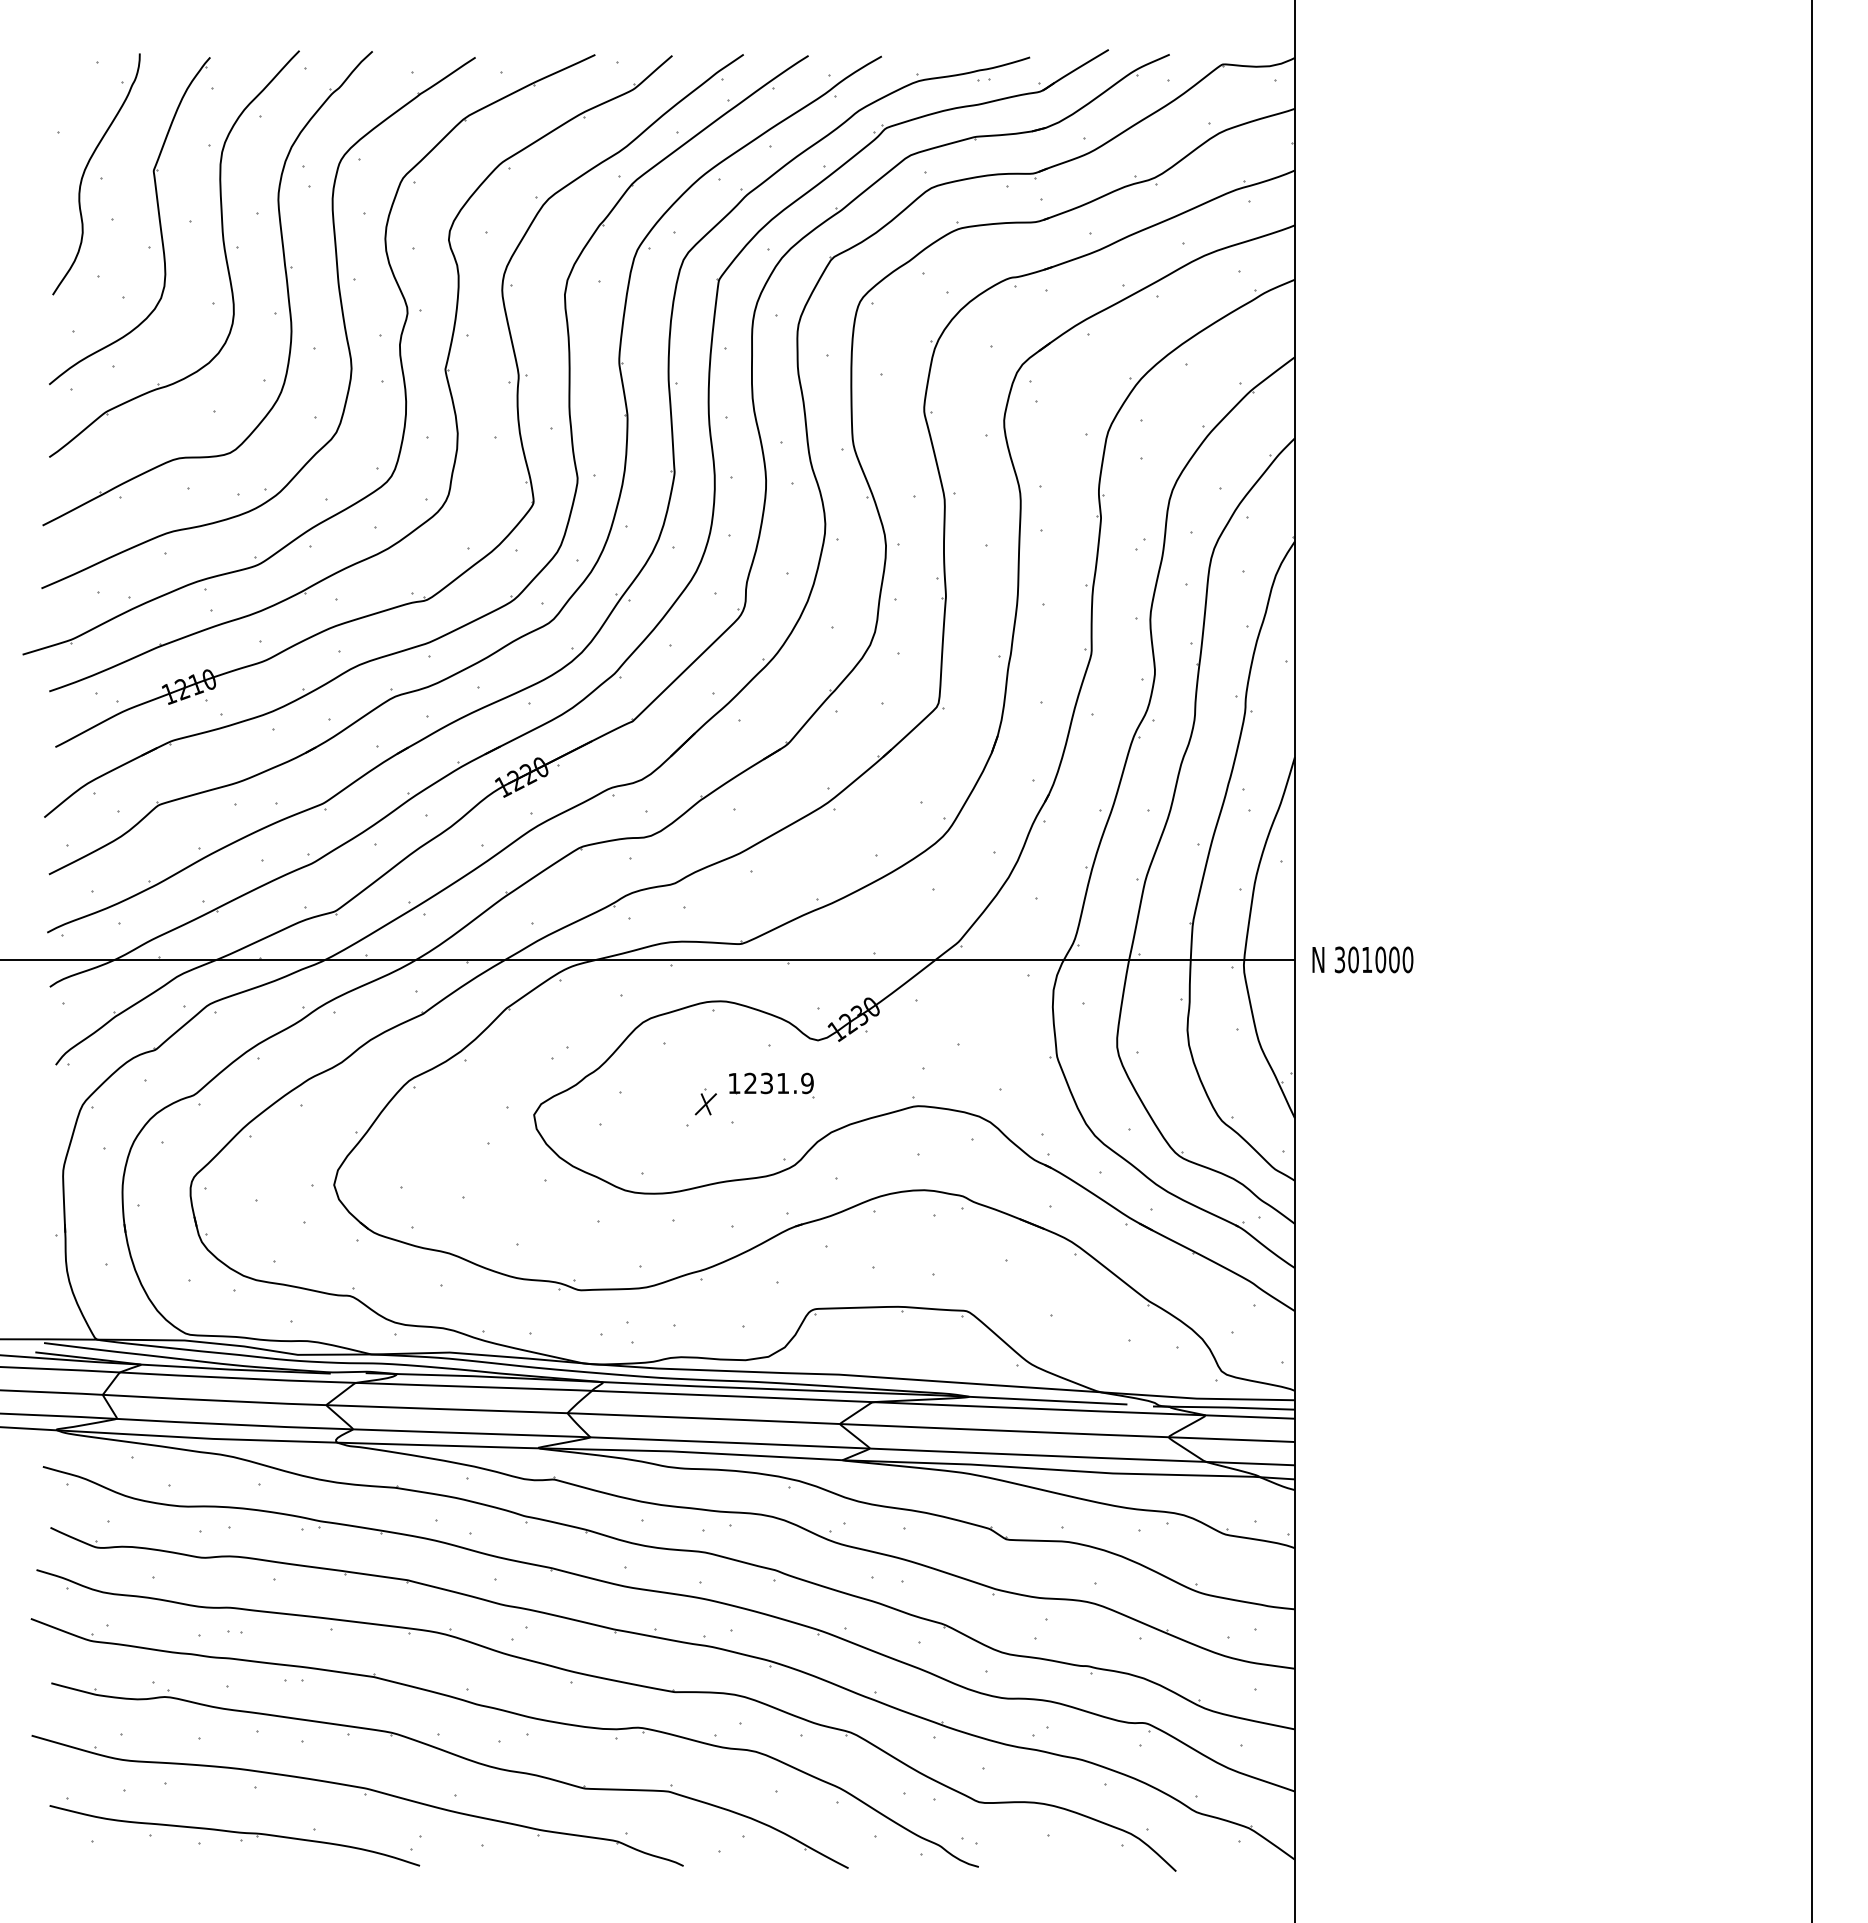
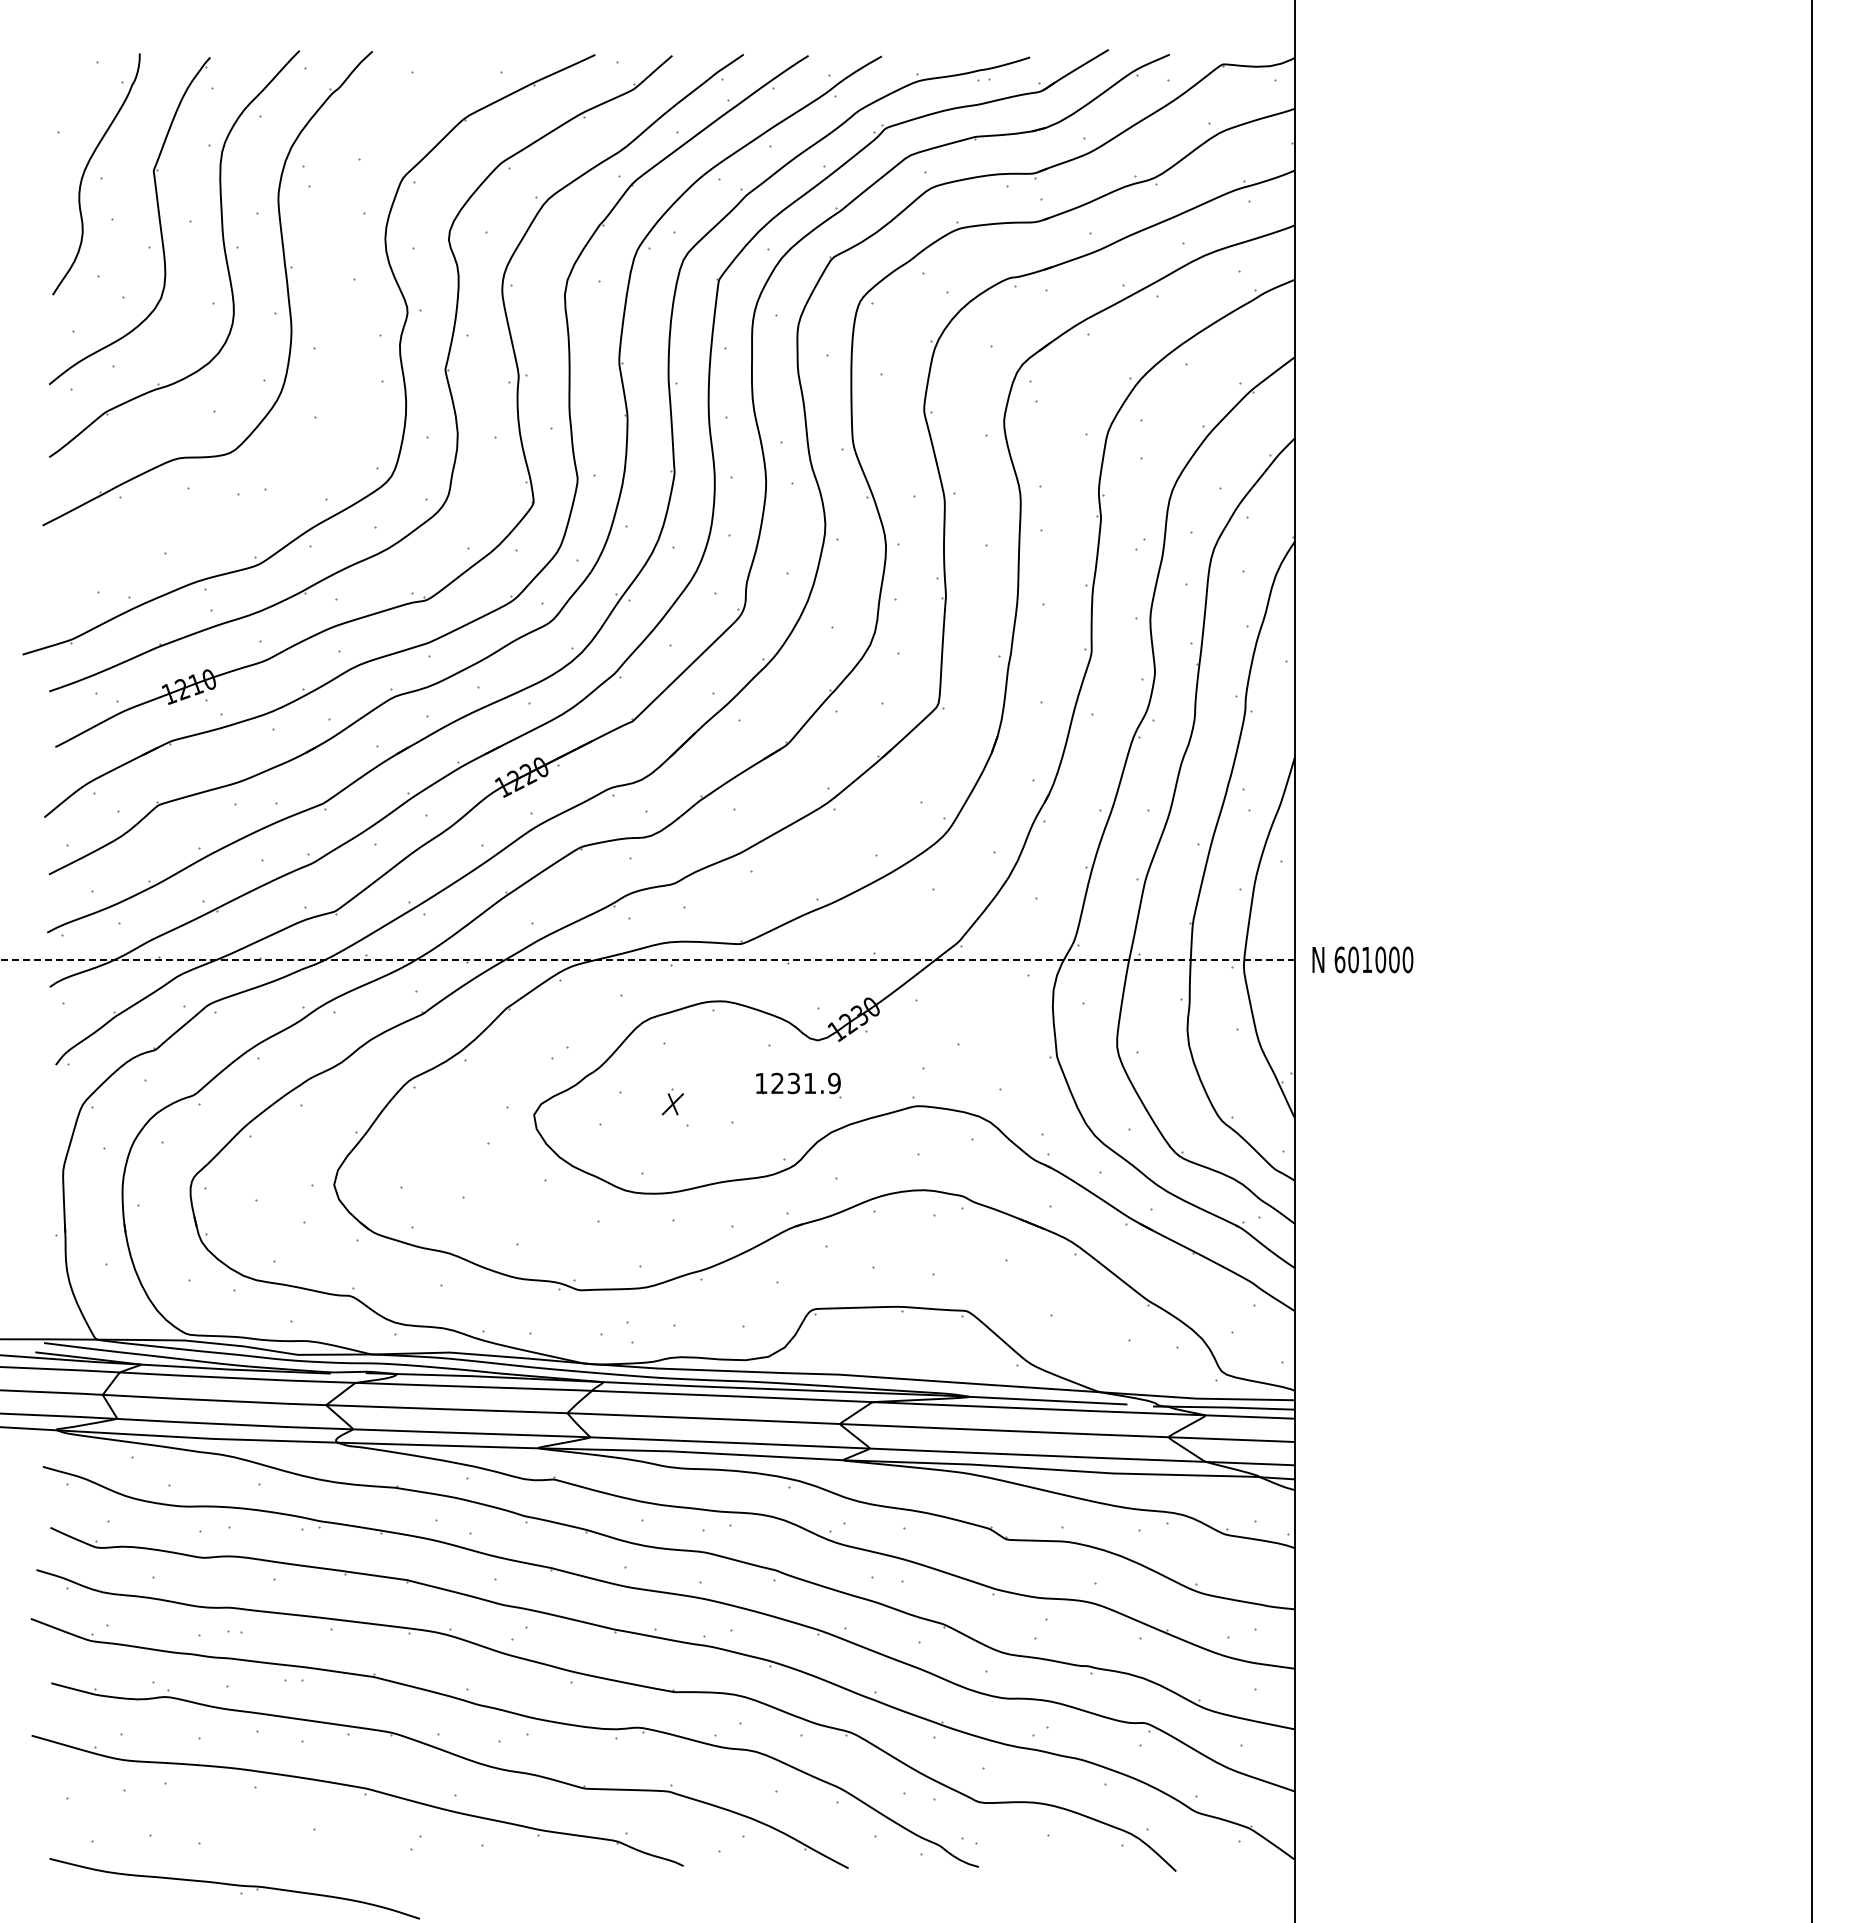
part at (341, 313): present -> none
line at (647, 959): solid -> dashed
text at (1339, 959): 301000 -> 601000
part at (771, 1085) position: (771, 1085) -> (798, 1085)
part at (705, 1101) position: (705, 1101) -> (672, 1101)
part at (234, 1835) position: (234, 1835) -> (234, 1888)
